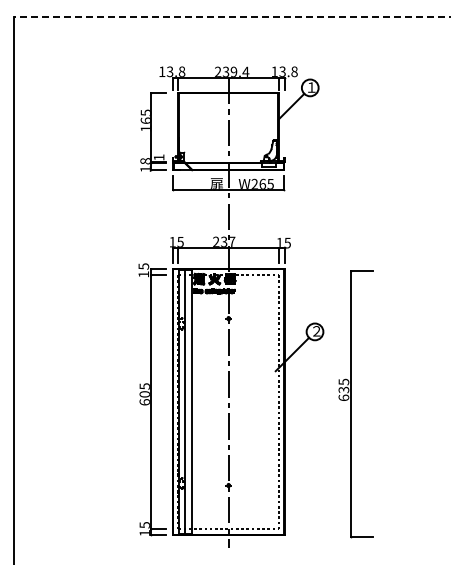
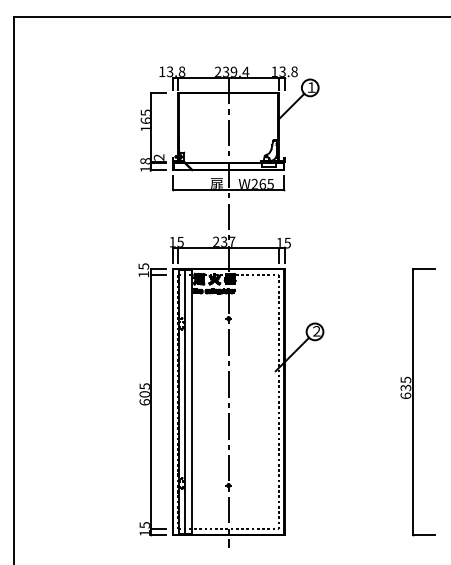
line at (231, 16): dashed -> solid
text at (158, 157): 1 -> 2
part at (355, 404) position: (355, 404) -> (417, 402)
